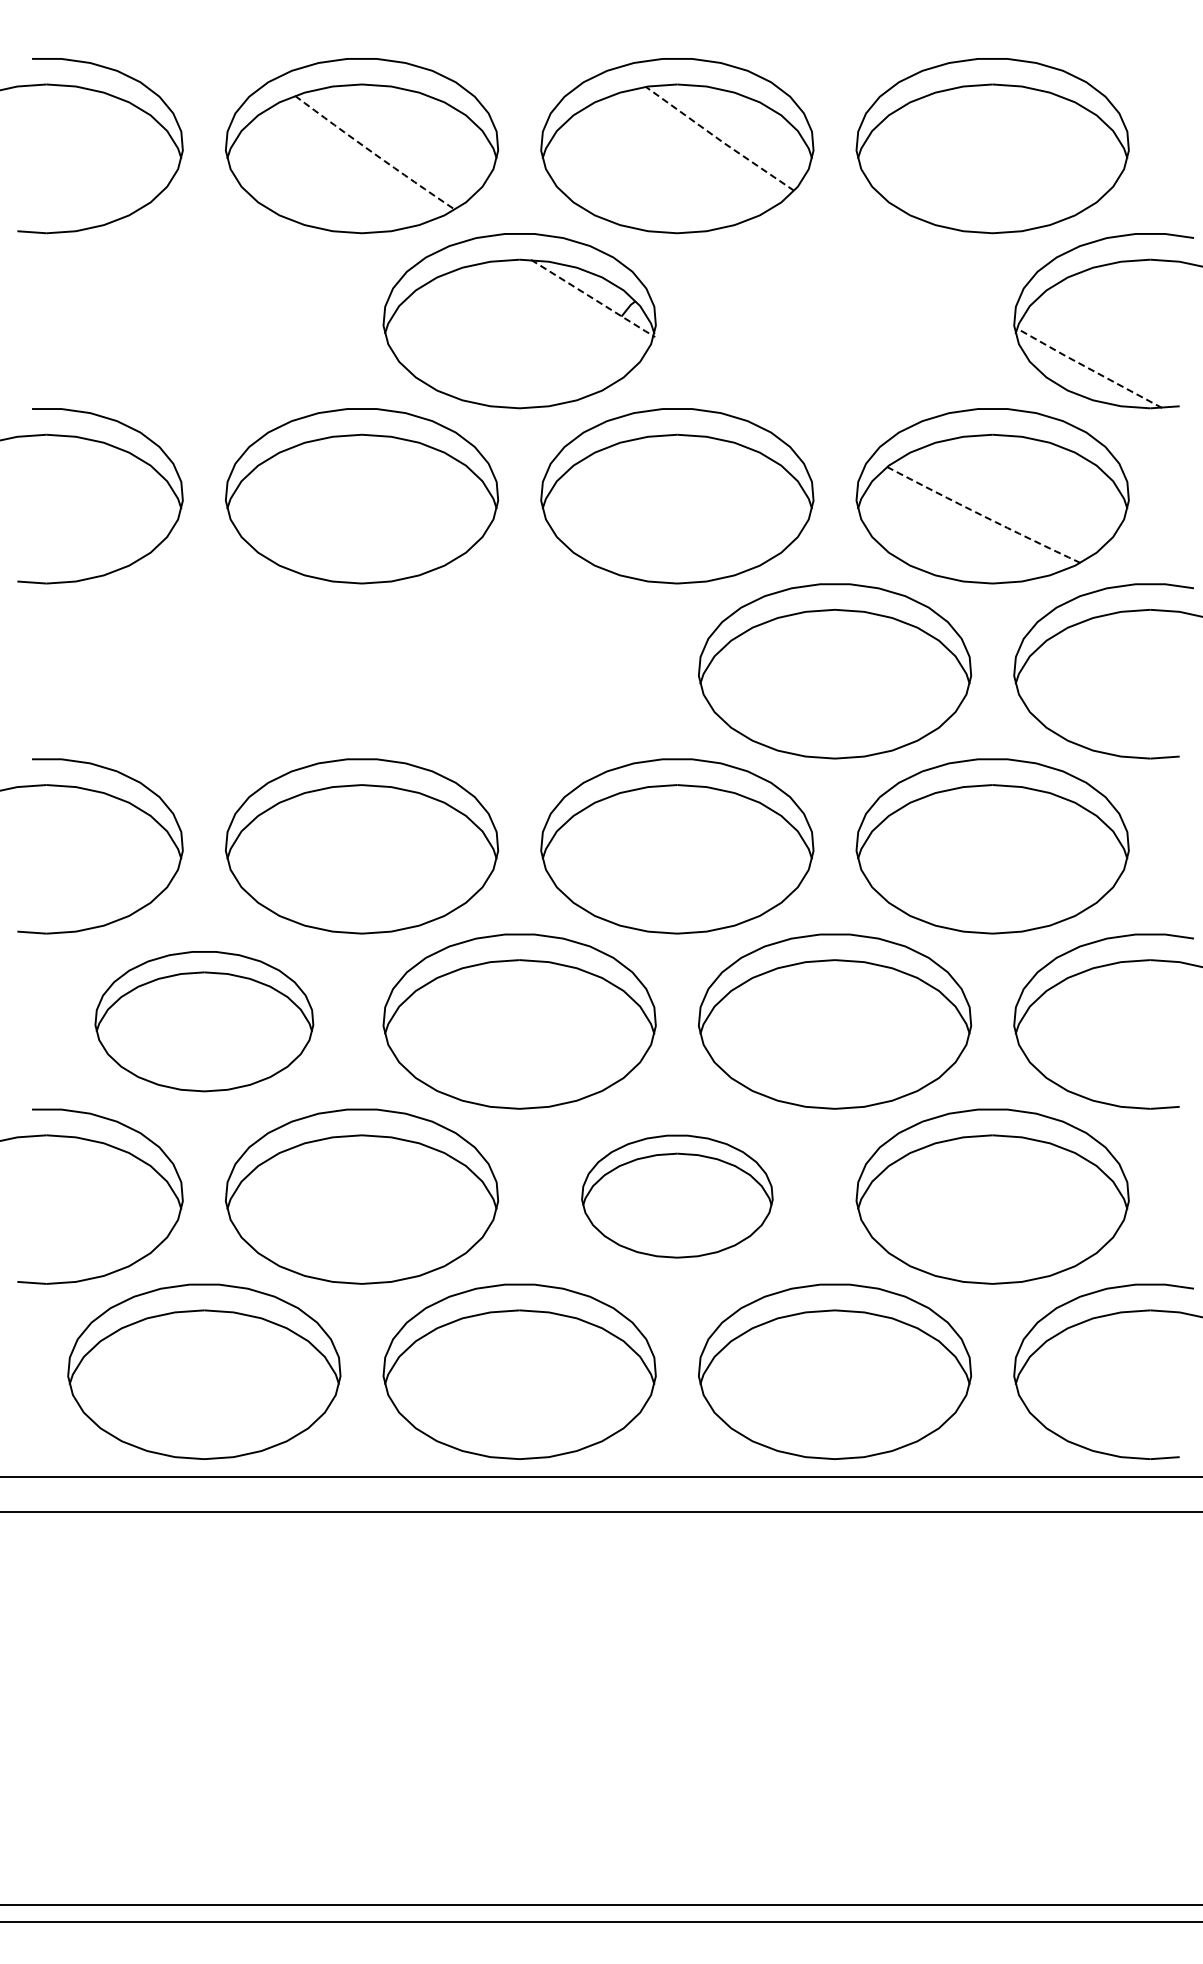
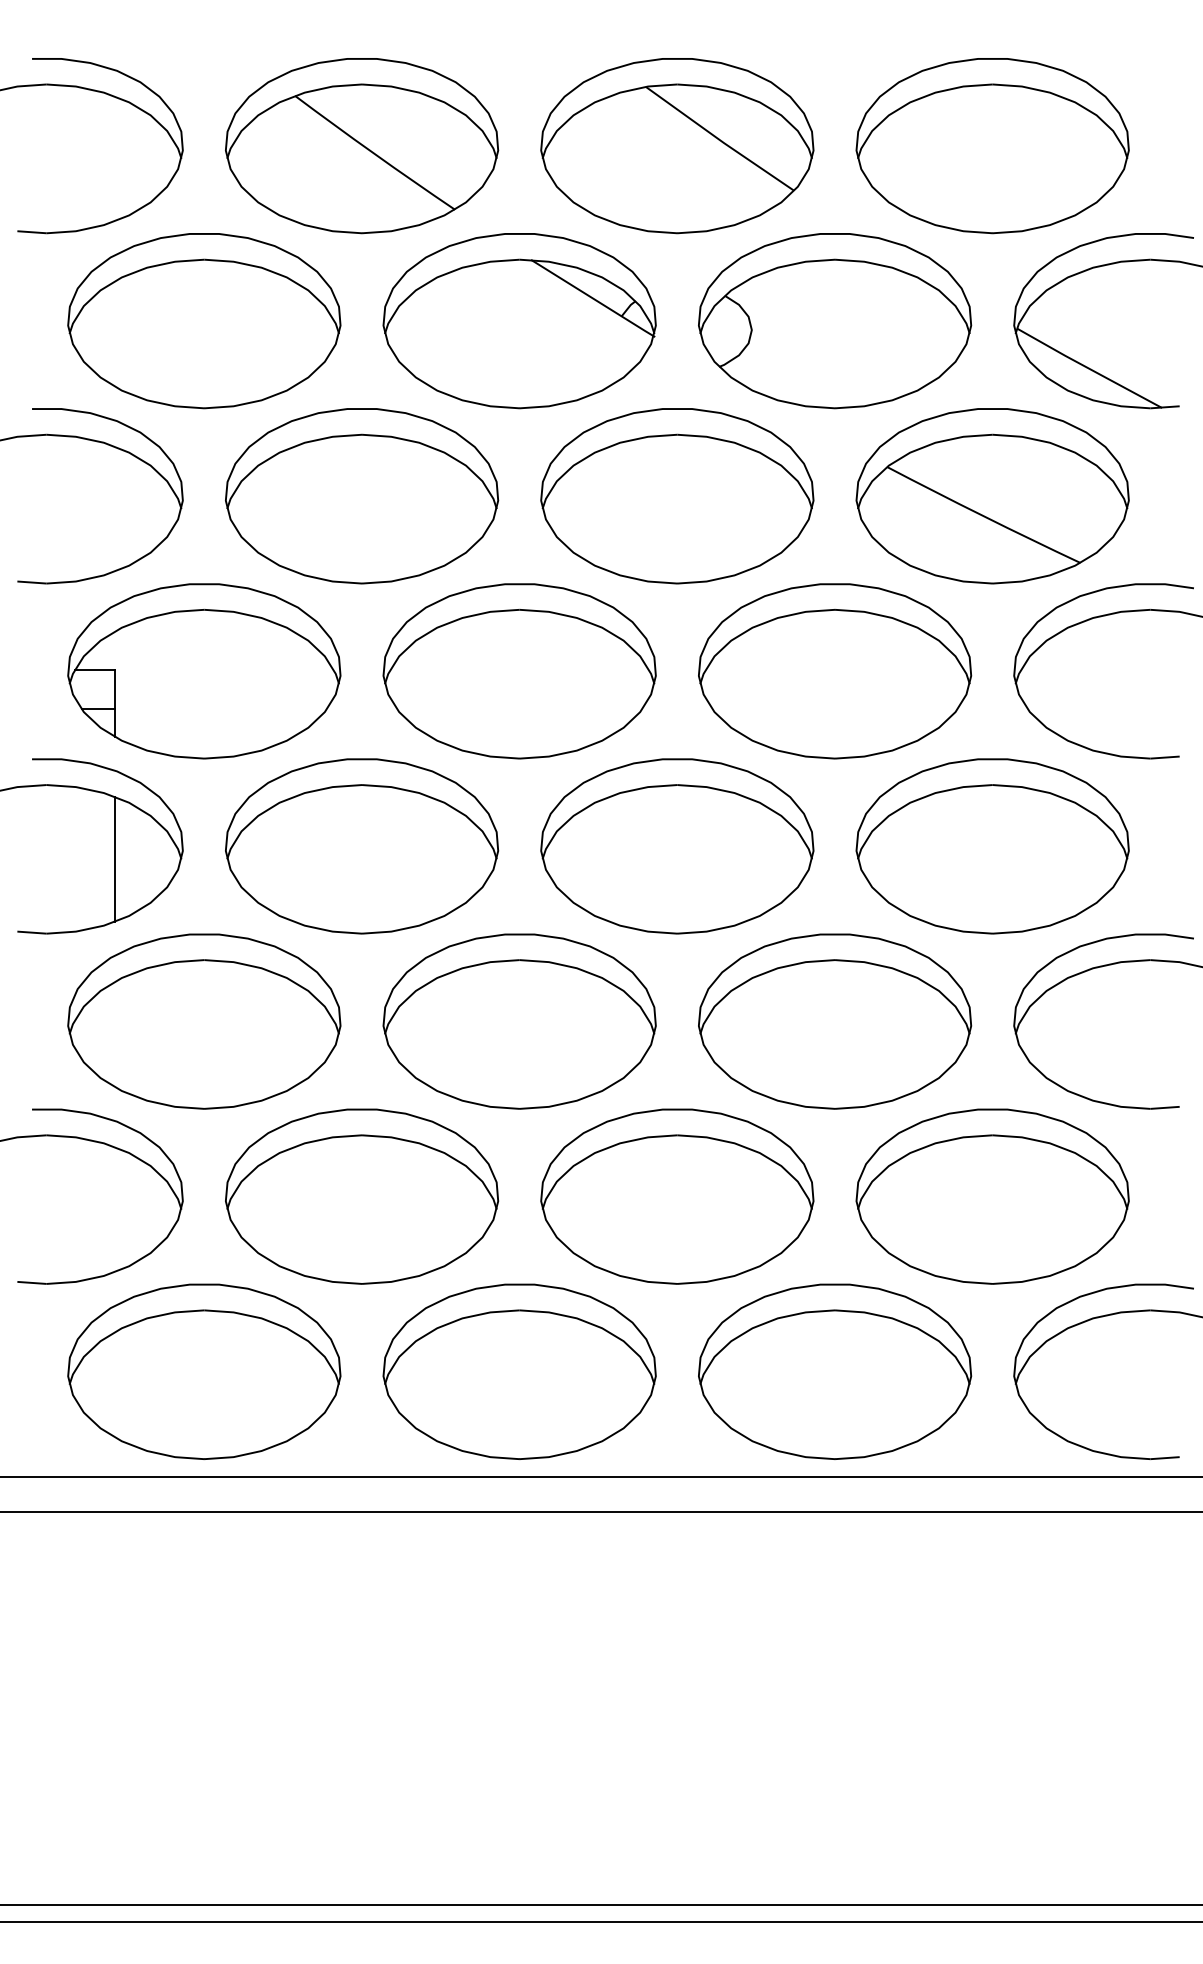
line at (719, 139): dashed -> solid
arc at (374, 153): dashed -> solid
line at (593, 298): dashed -> solid
part at (204, 321): none -> present
part at (835, 321): none -> present
line at (1088, 368): dashed -> solid
arc at (983, 516): dashed -> solid
part at (204, 671): none -> present
part at (519, 671): none -> present
line at (114, 859): none -> present
part at (204, 1021) size: 221x142 px -> 275x177 px
part at (677, 1196) size: 193x125 px -> 275x177 px
